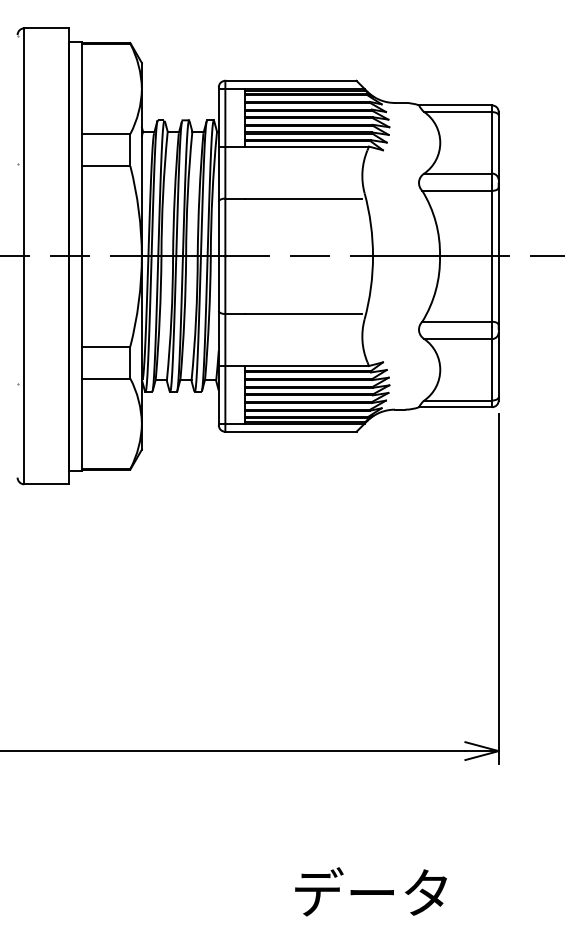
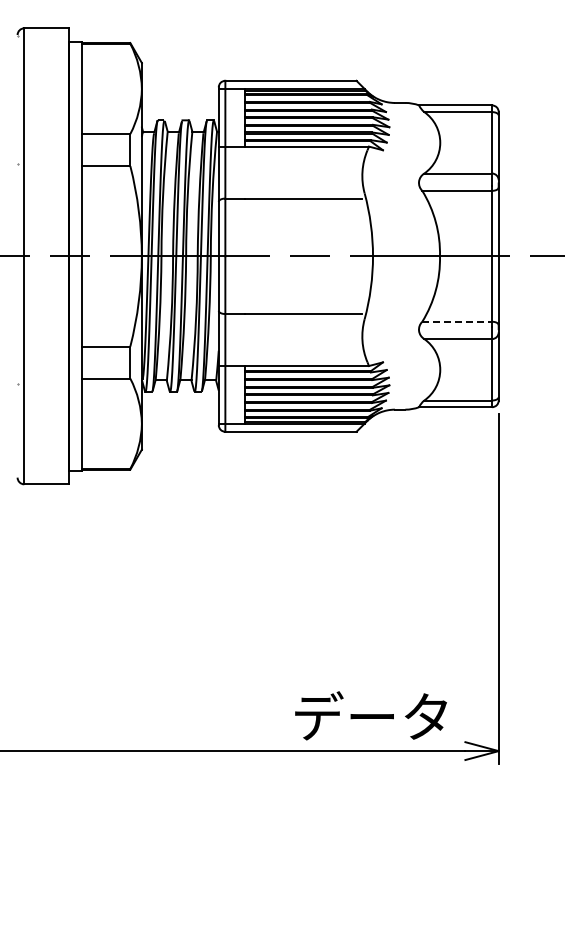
line at (457, 321): solid -> dashed
text at (370, 891) position: (370, 891) -> (370, 715)
